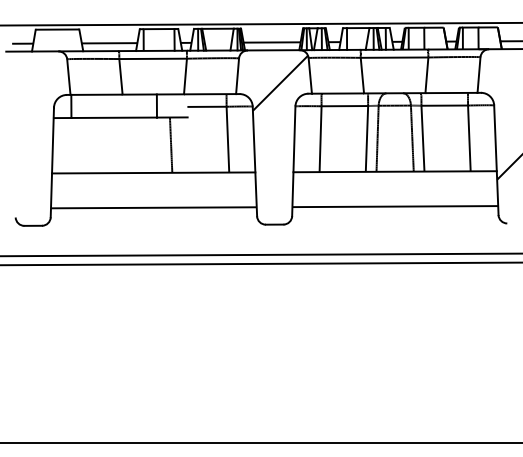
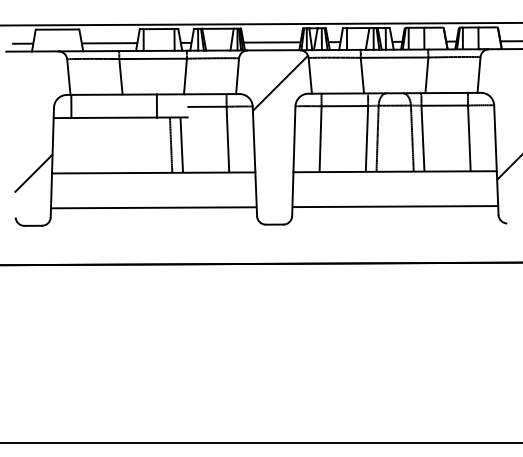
line at (181, 144): none -> present
hatch at (33, 173): none -> present
line at (260, 254) position: (260, 254) -> (260, 263)
